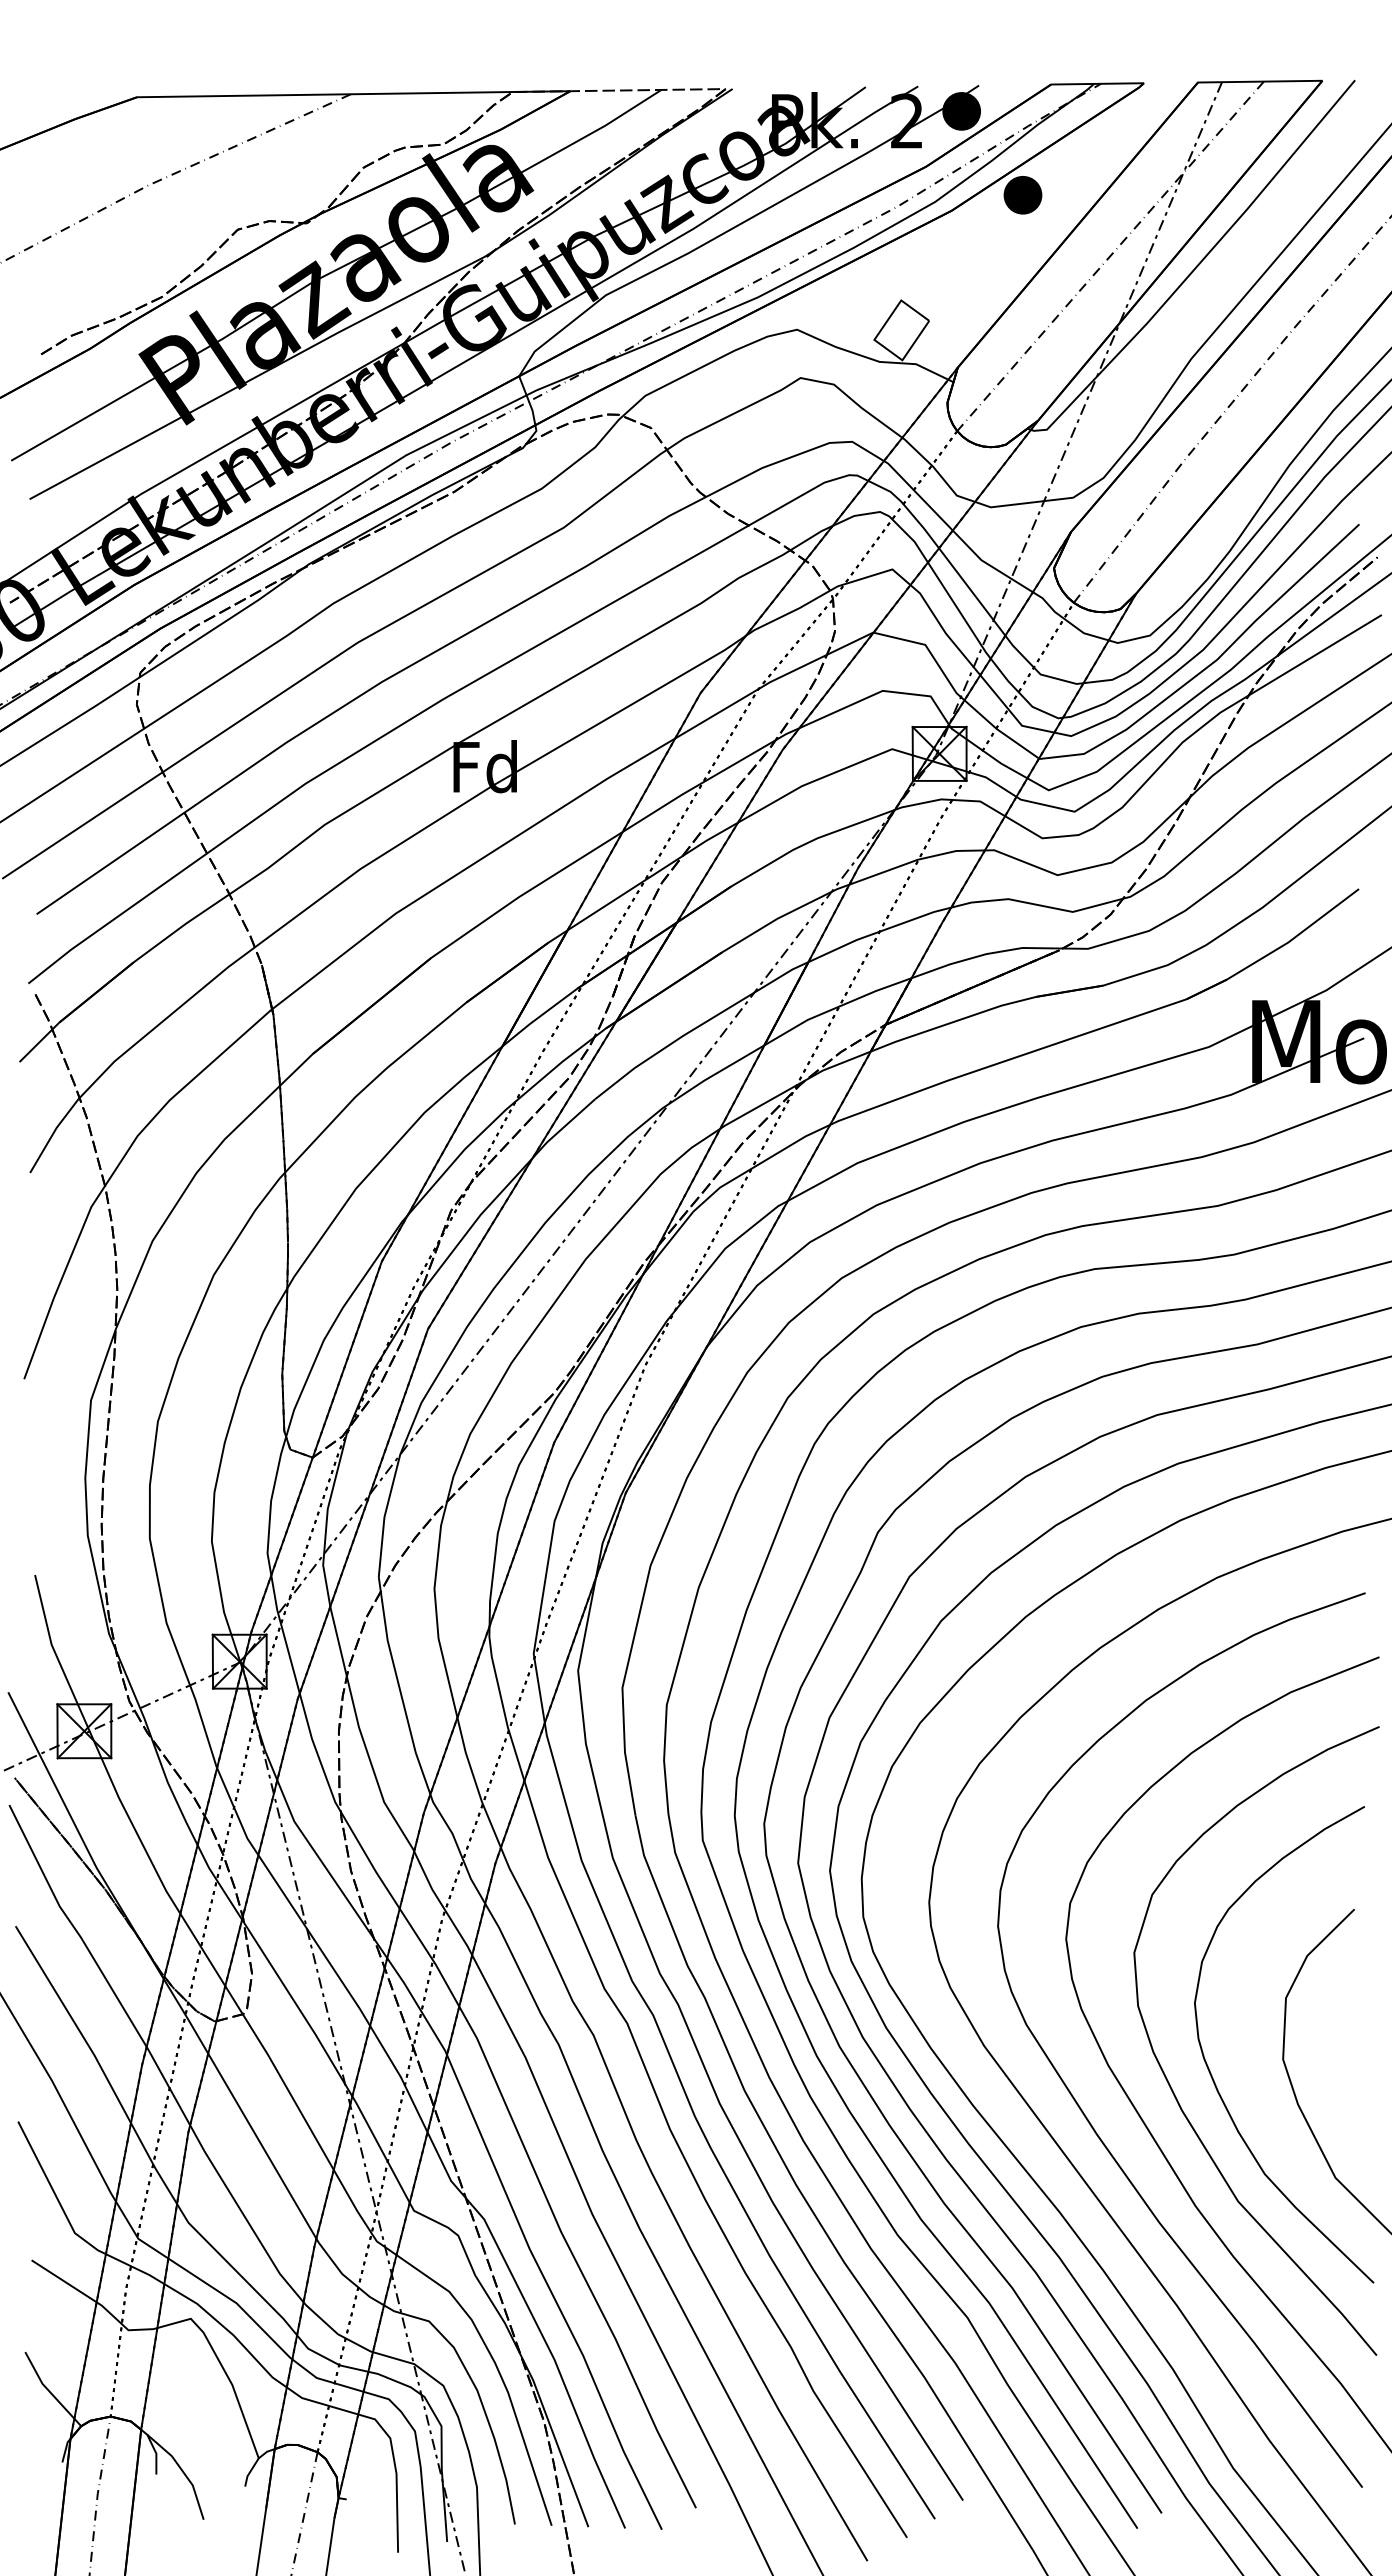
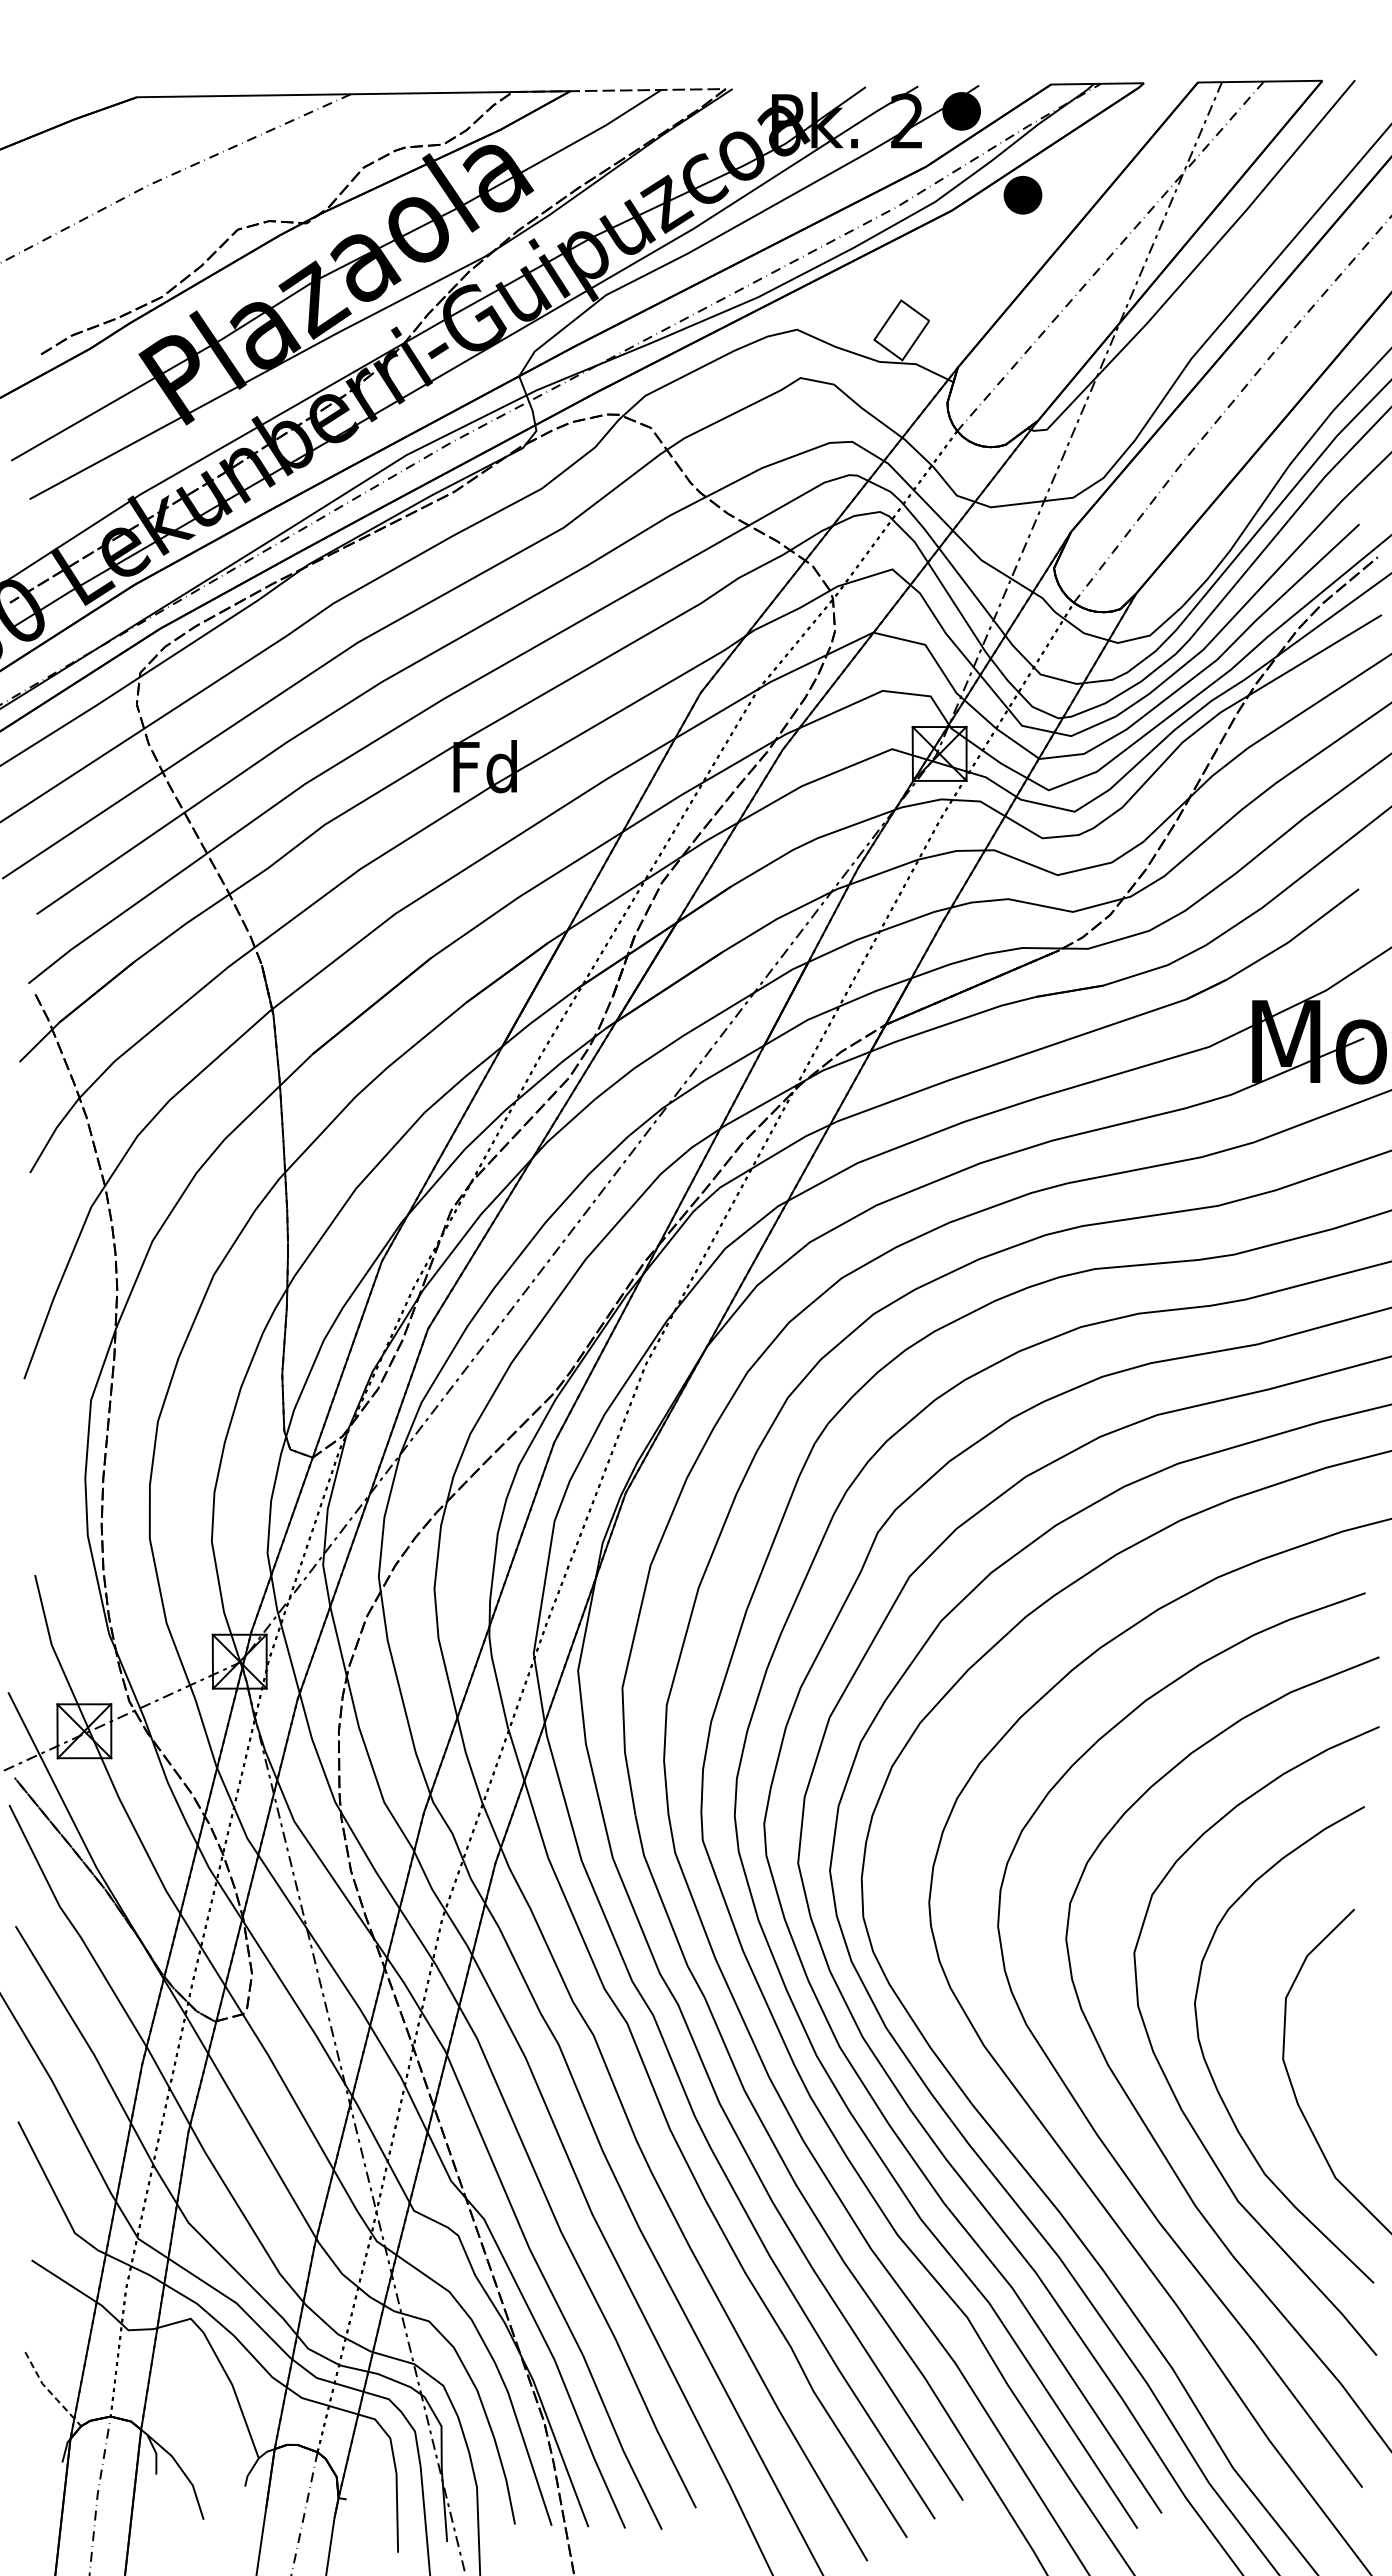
line at (49, 2391): solid -> dashed
